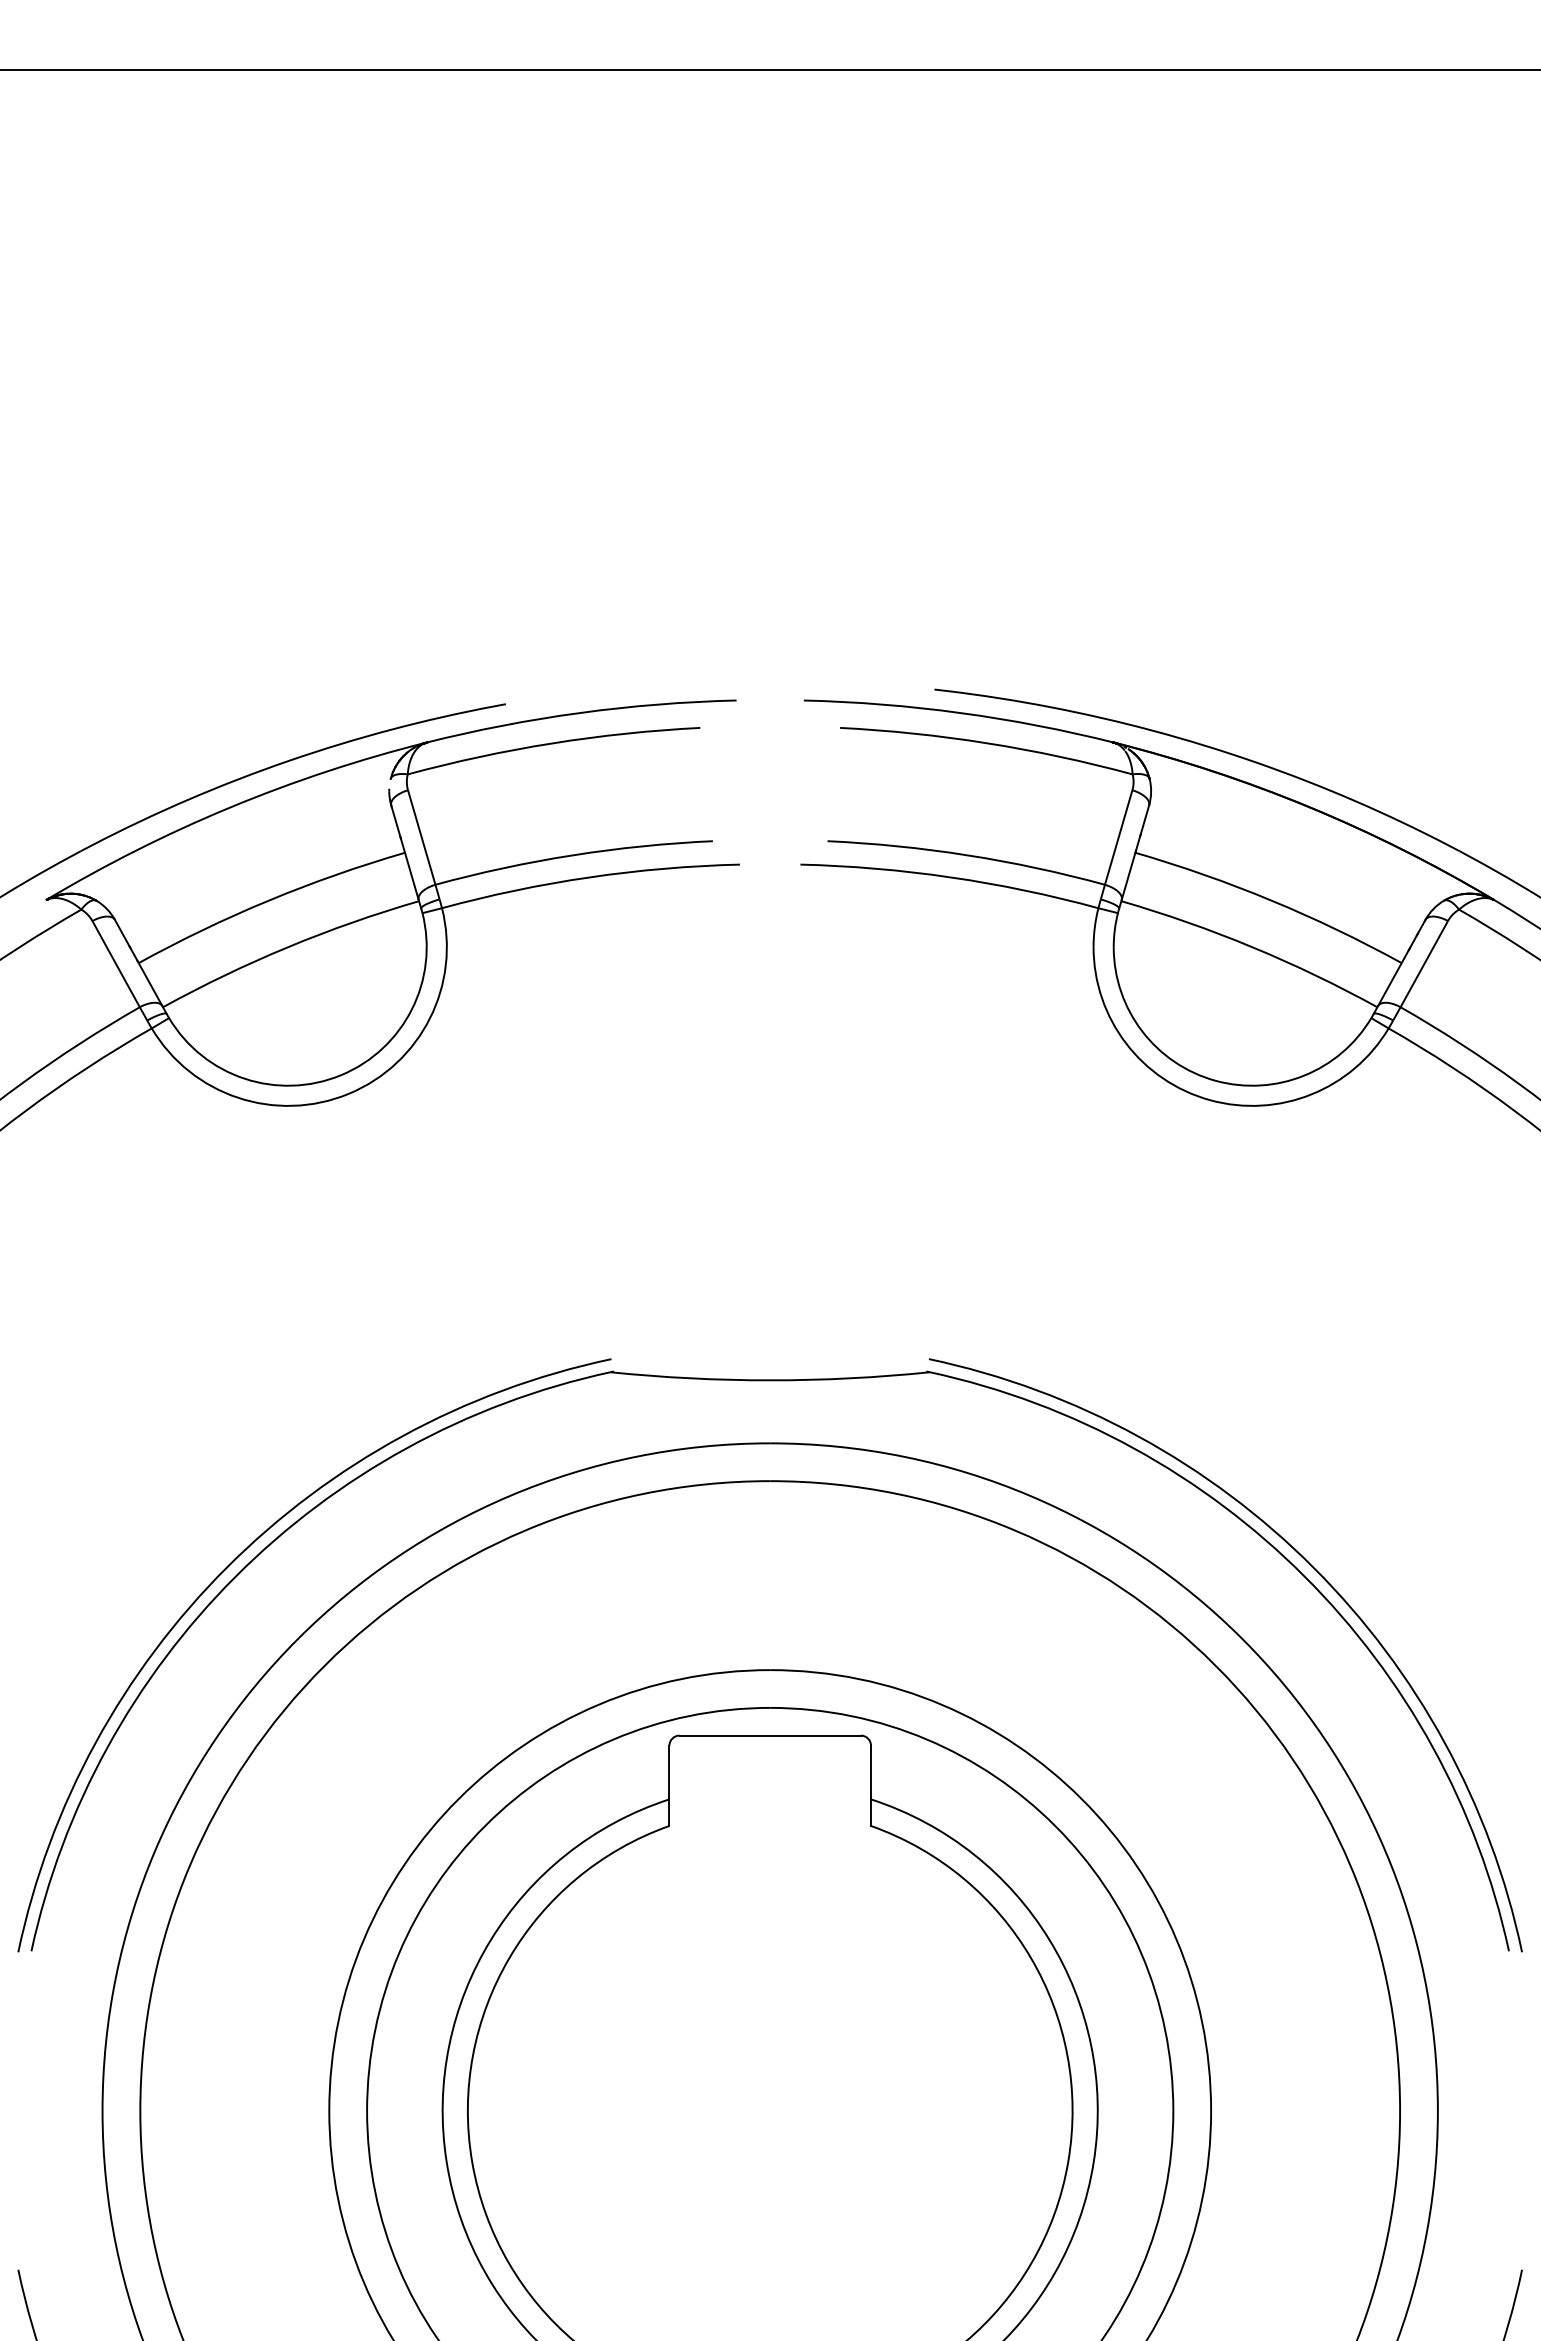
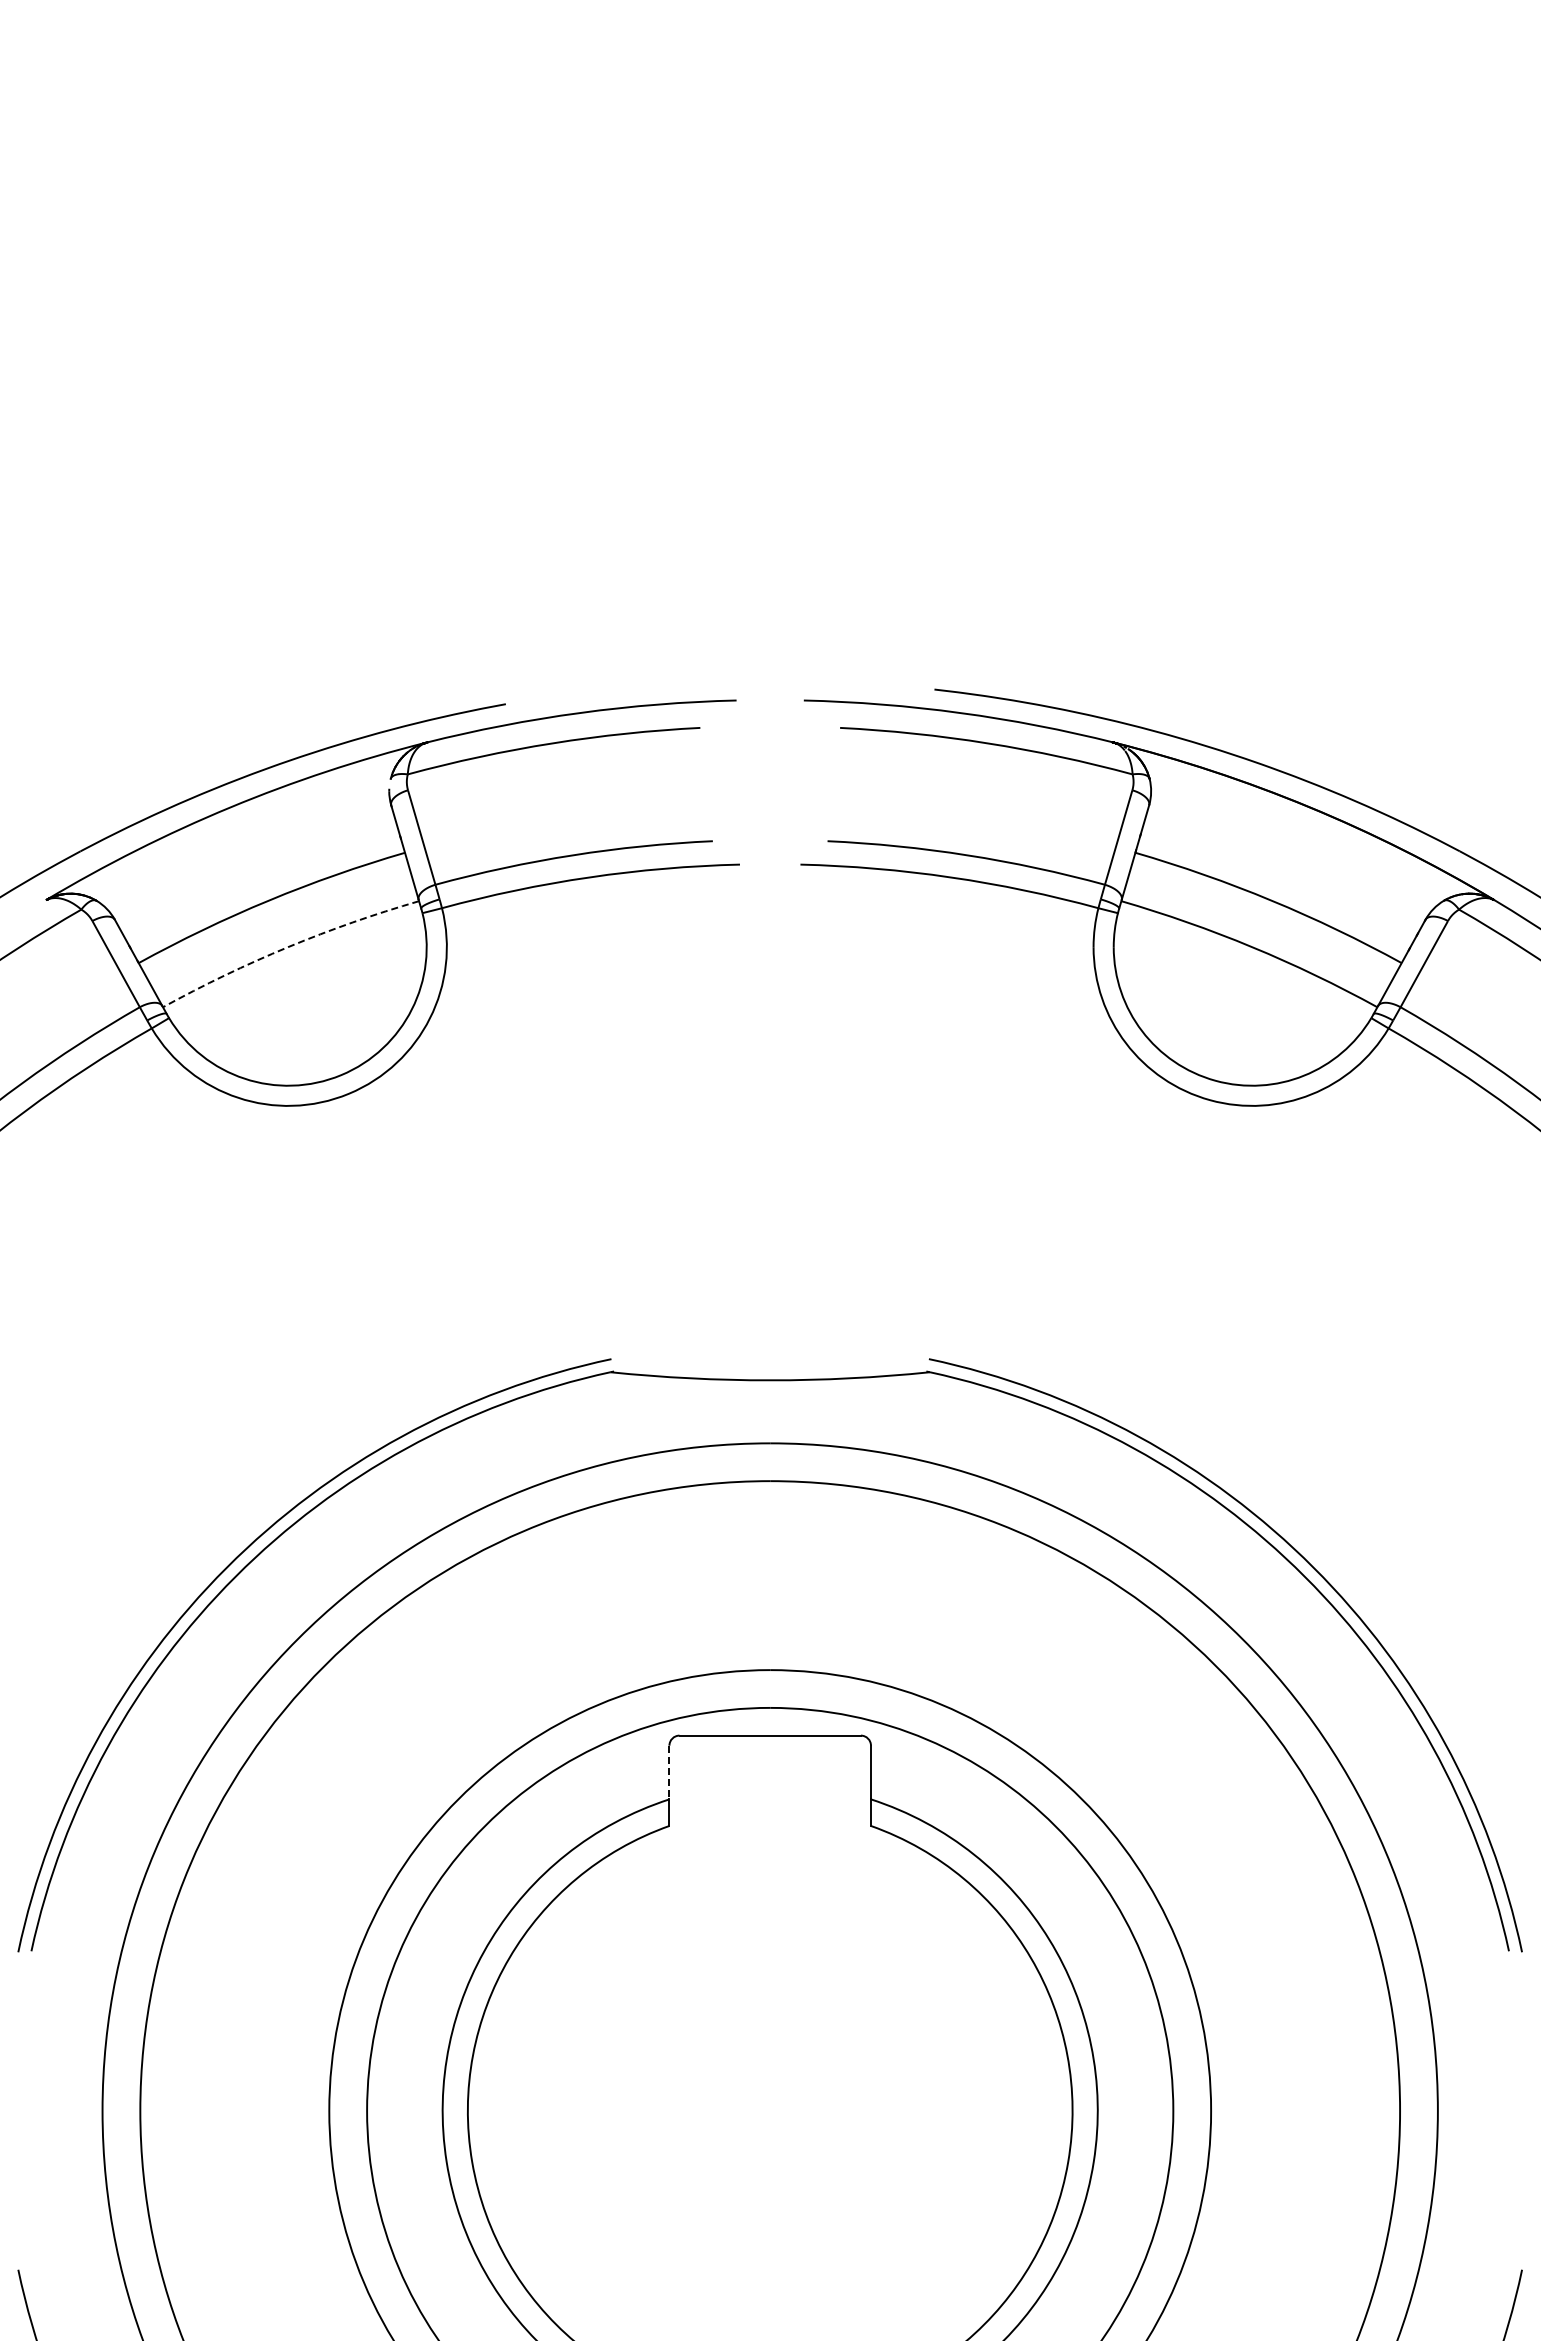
line at (769, 70): present -> none
arc at (288, 947): solid -> dashed
line at (669, 1772): solid -> dashed
